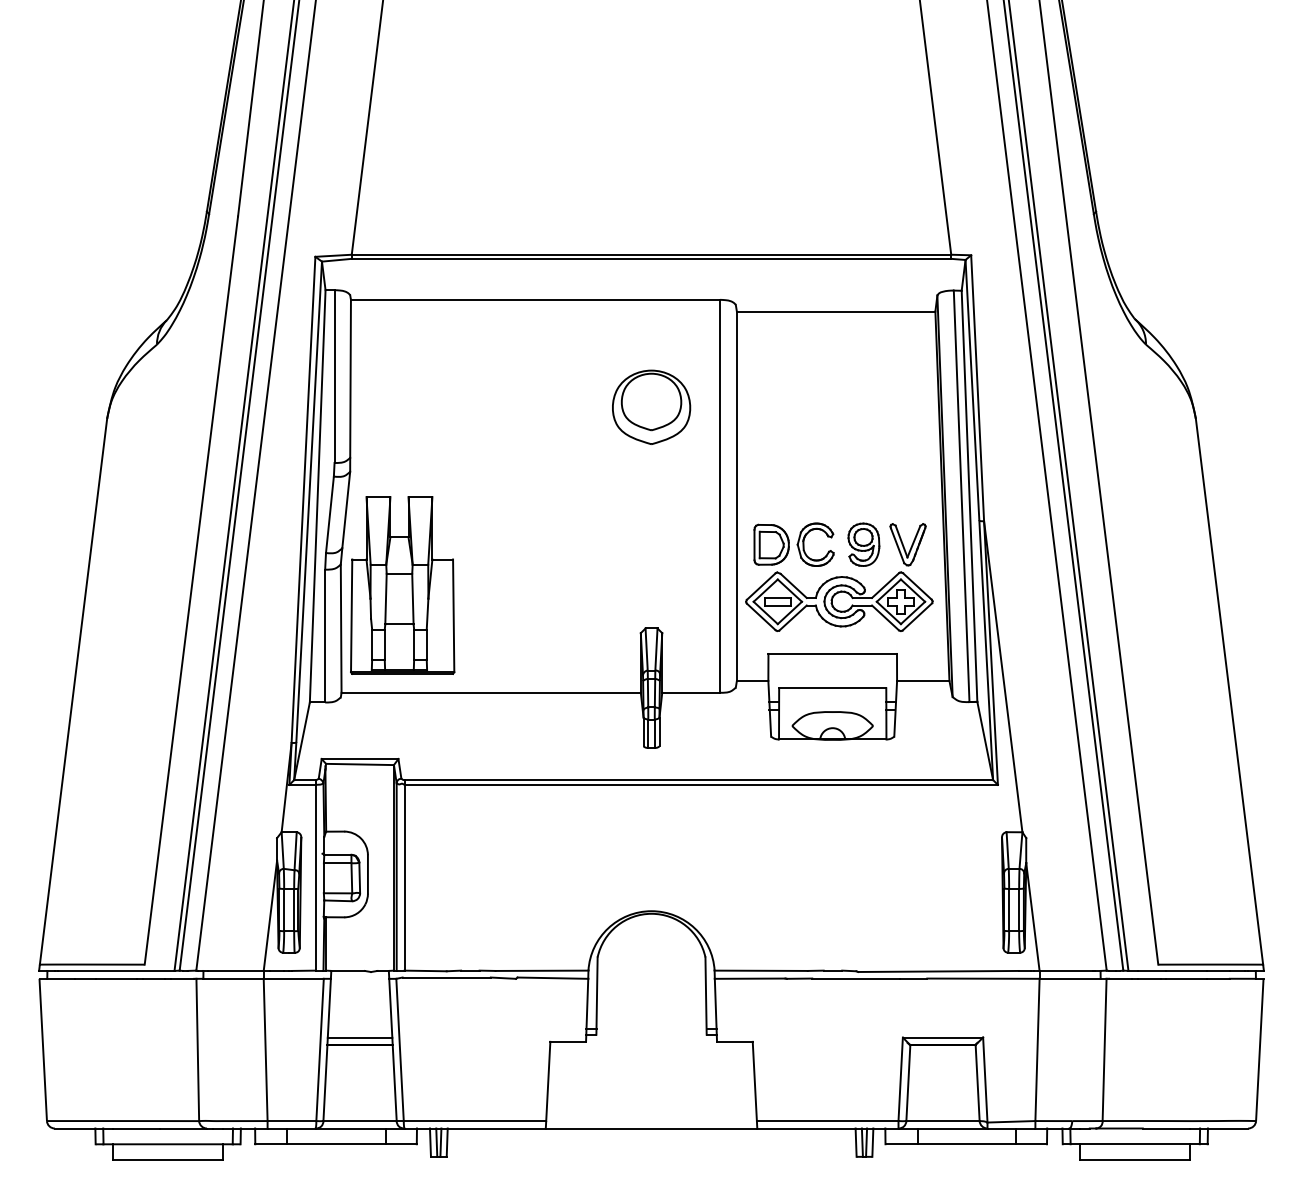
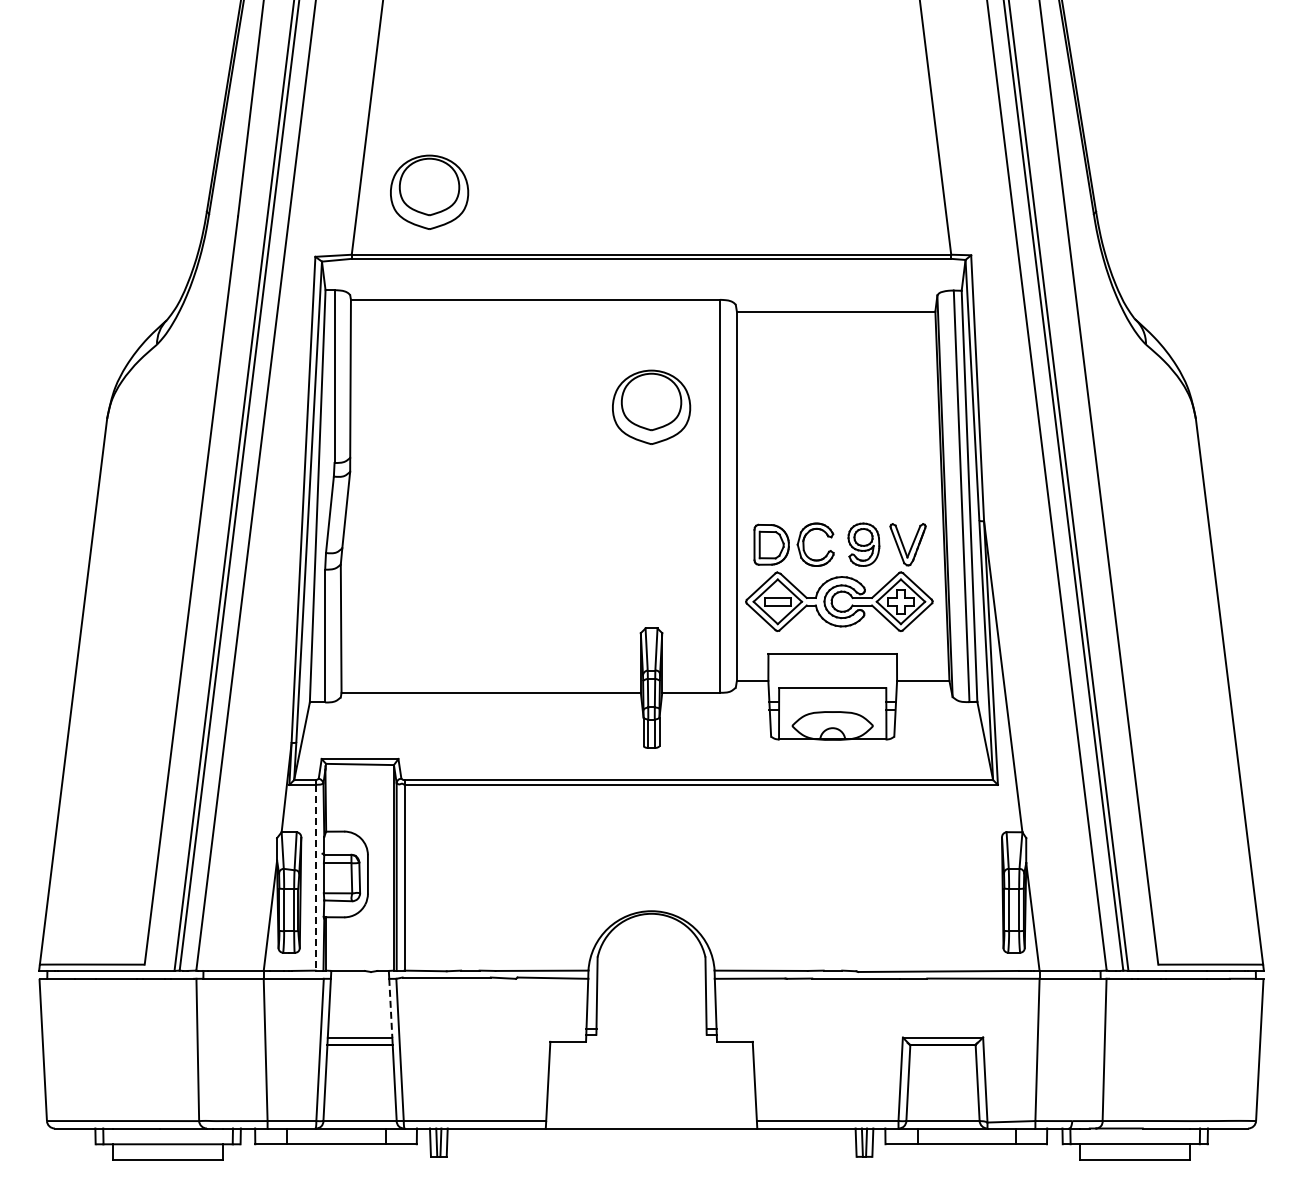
part at (429, 191): none -> present
part at (402, 585): present -> none
line at (315, 877): solid -> dashed
line at (390, 1008): solid -> dashed
